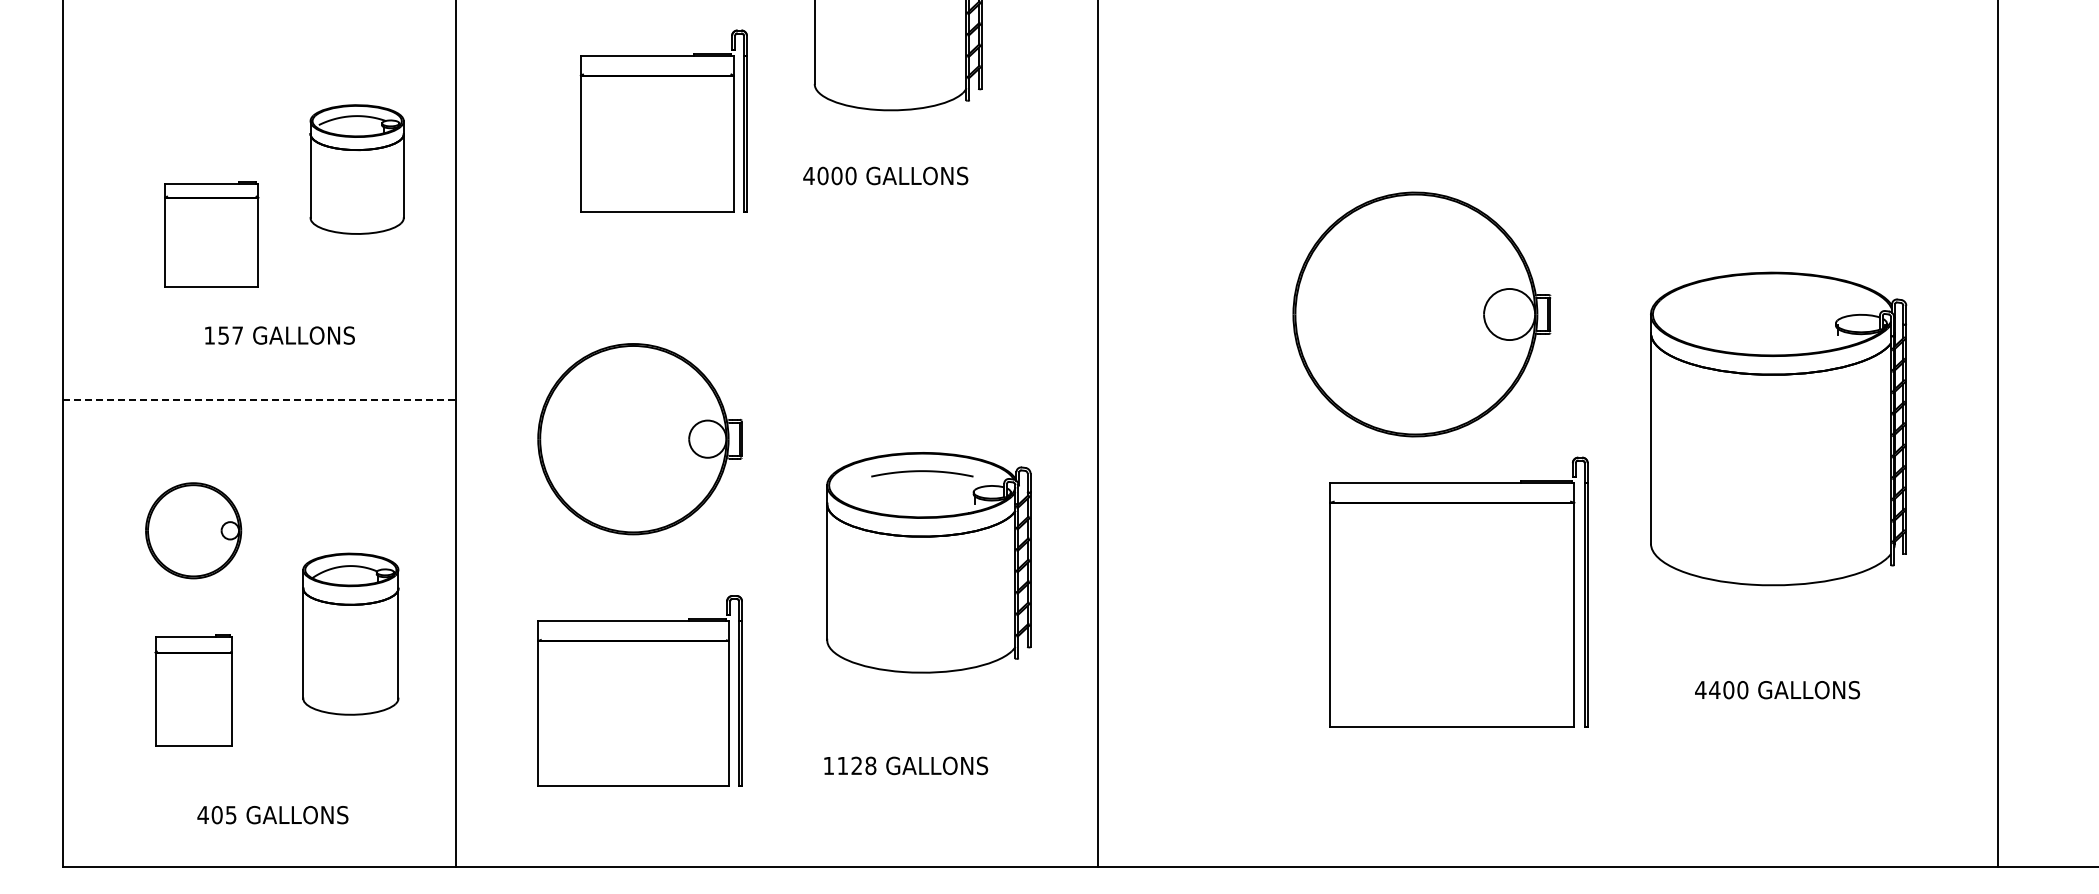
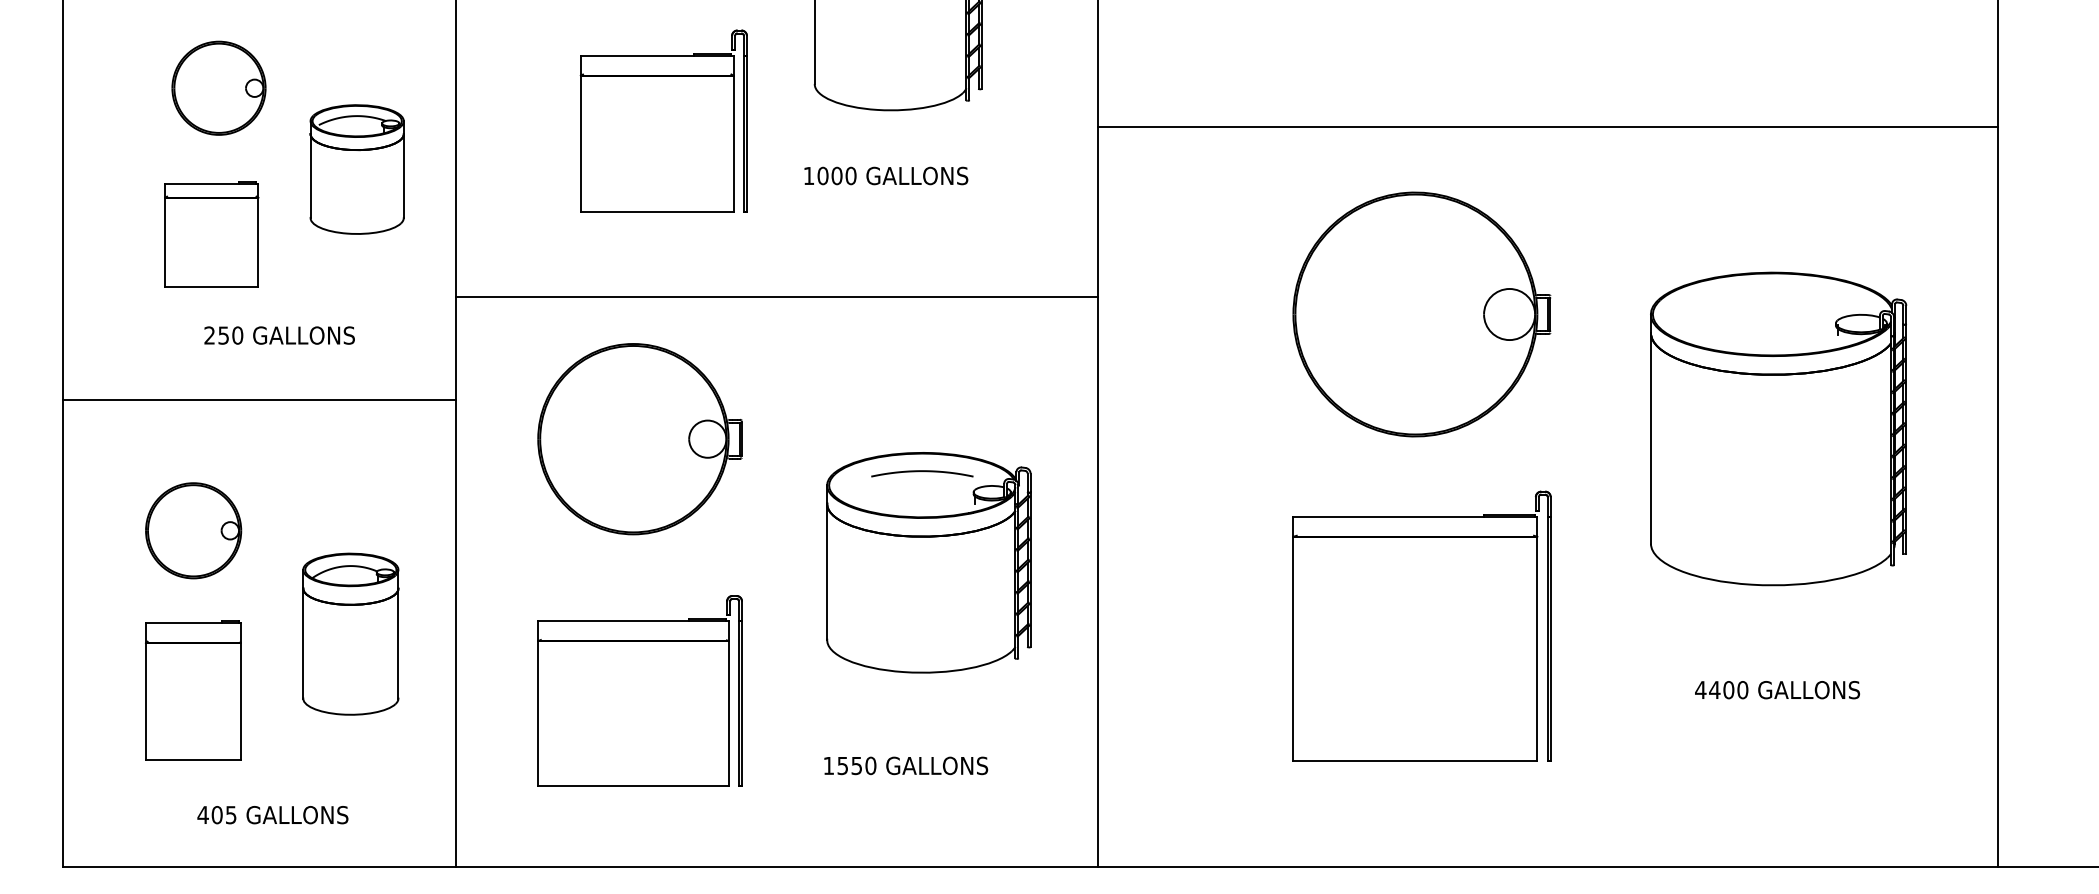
part at (218, 87): none -> present
line at (1548, 126): none -> present
text at (808, 175): 4000 -> 1000
line at (777, 296): none -> present
text at (223, 335): 157 -> 250
line at (259, 399): dashed -> solid
part at (1458, 591) position: (1458, 591) -> (1421, 625)
part at (193, 690) size: 79x113 px -> 97x141 px
text at (856, 765): 1128 -> 1550
